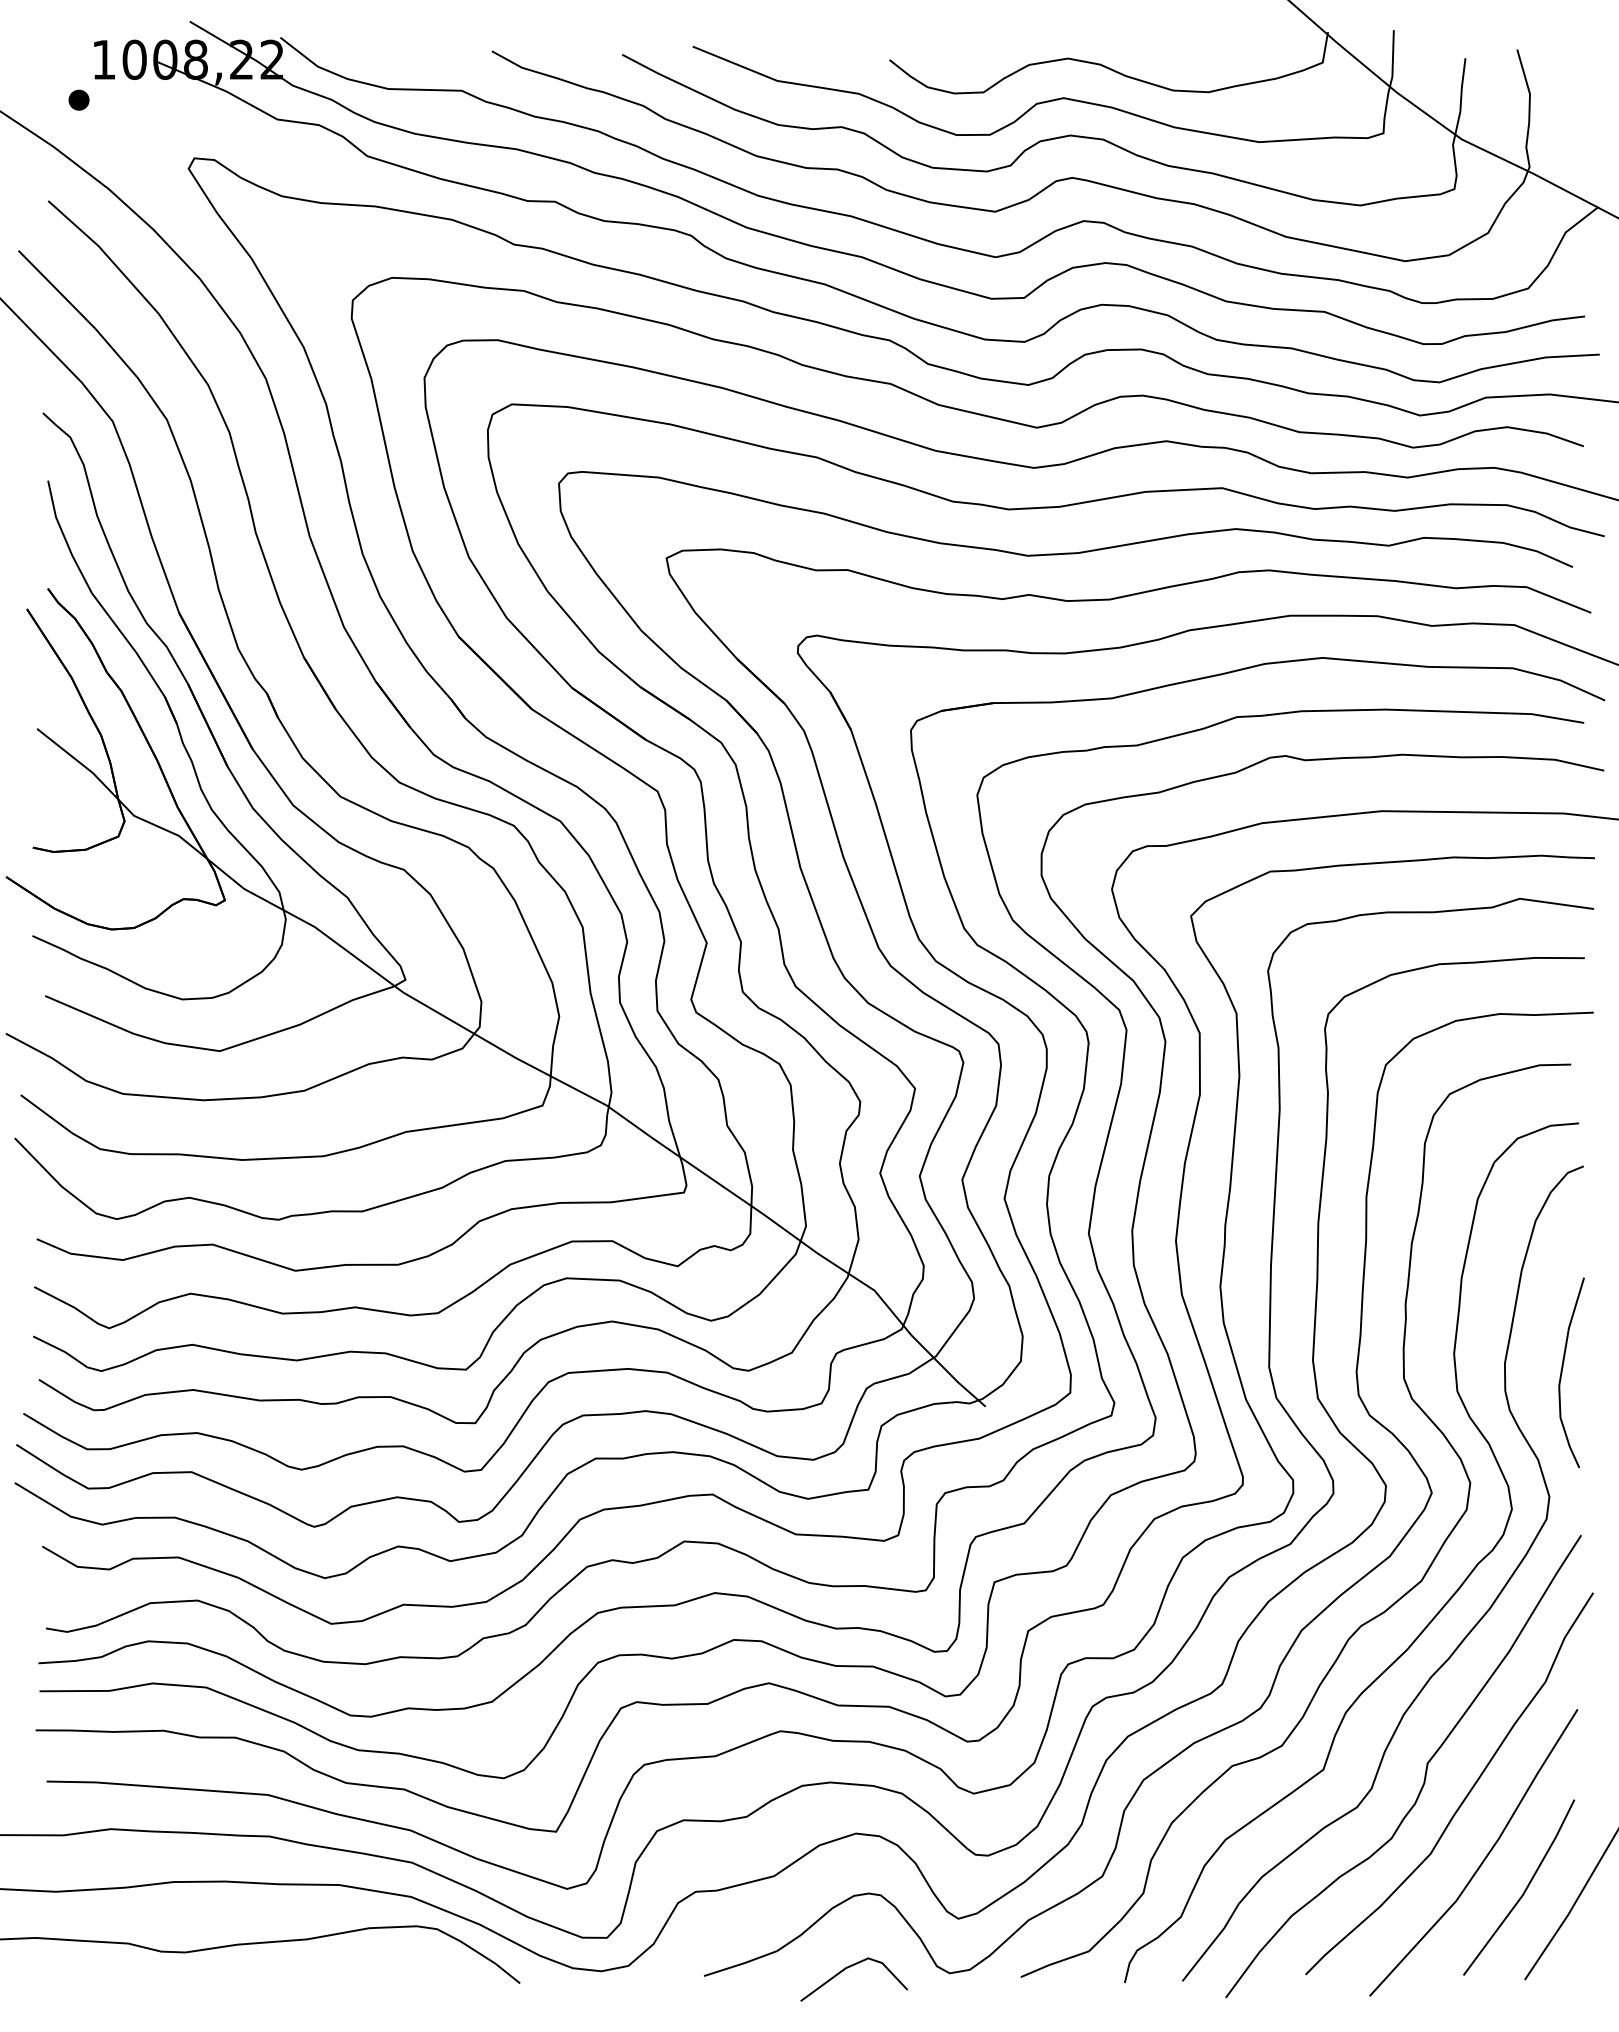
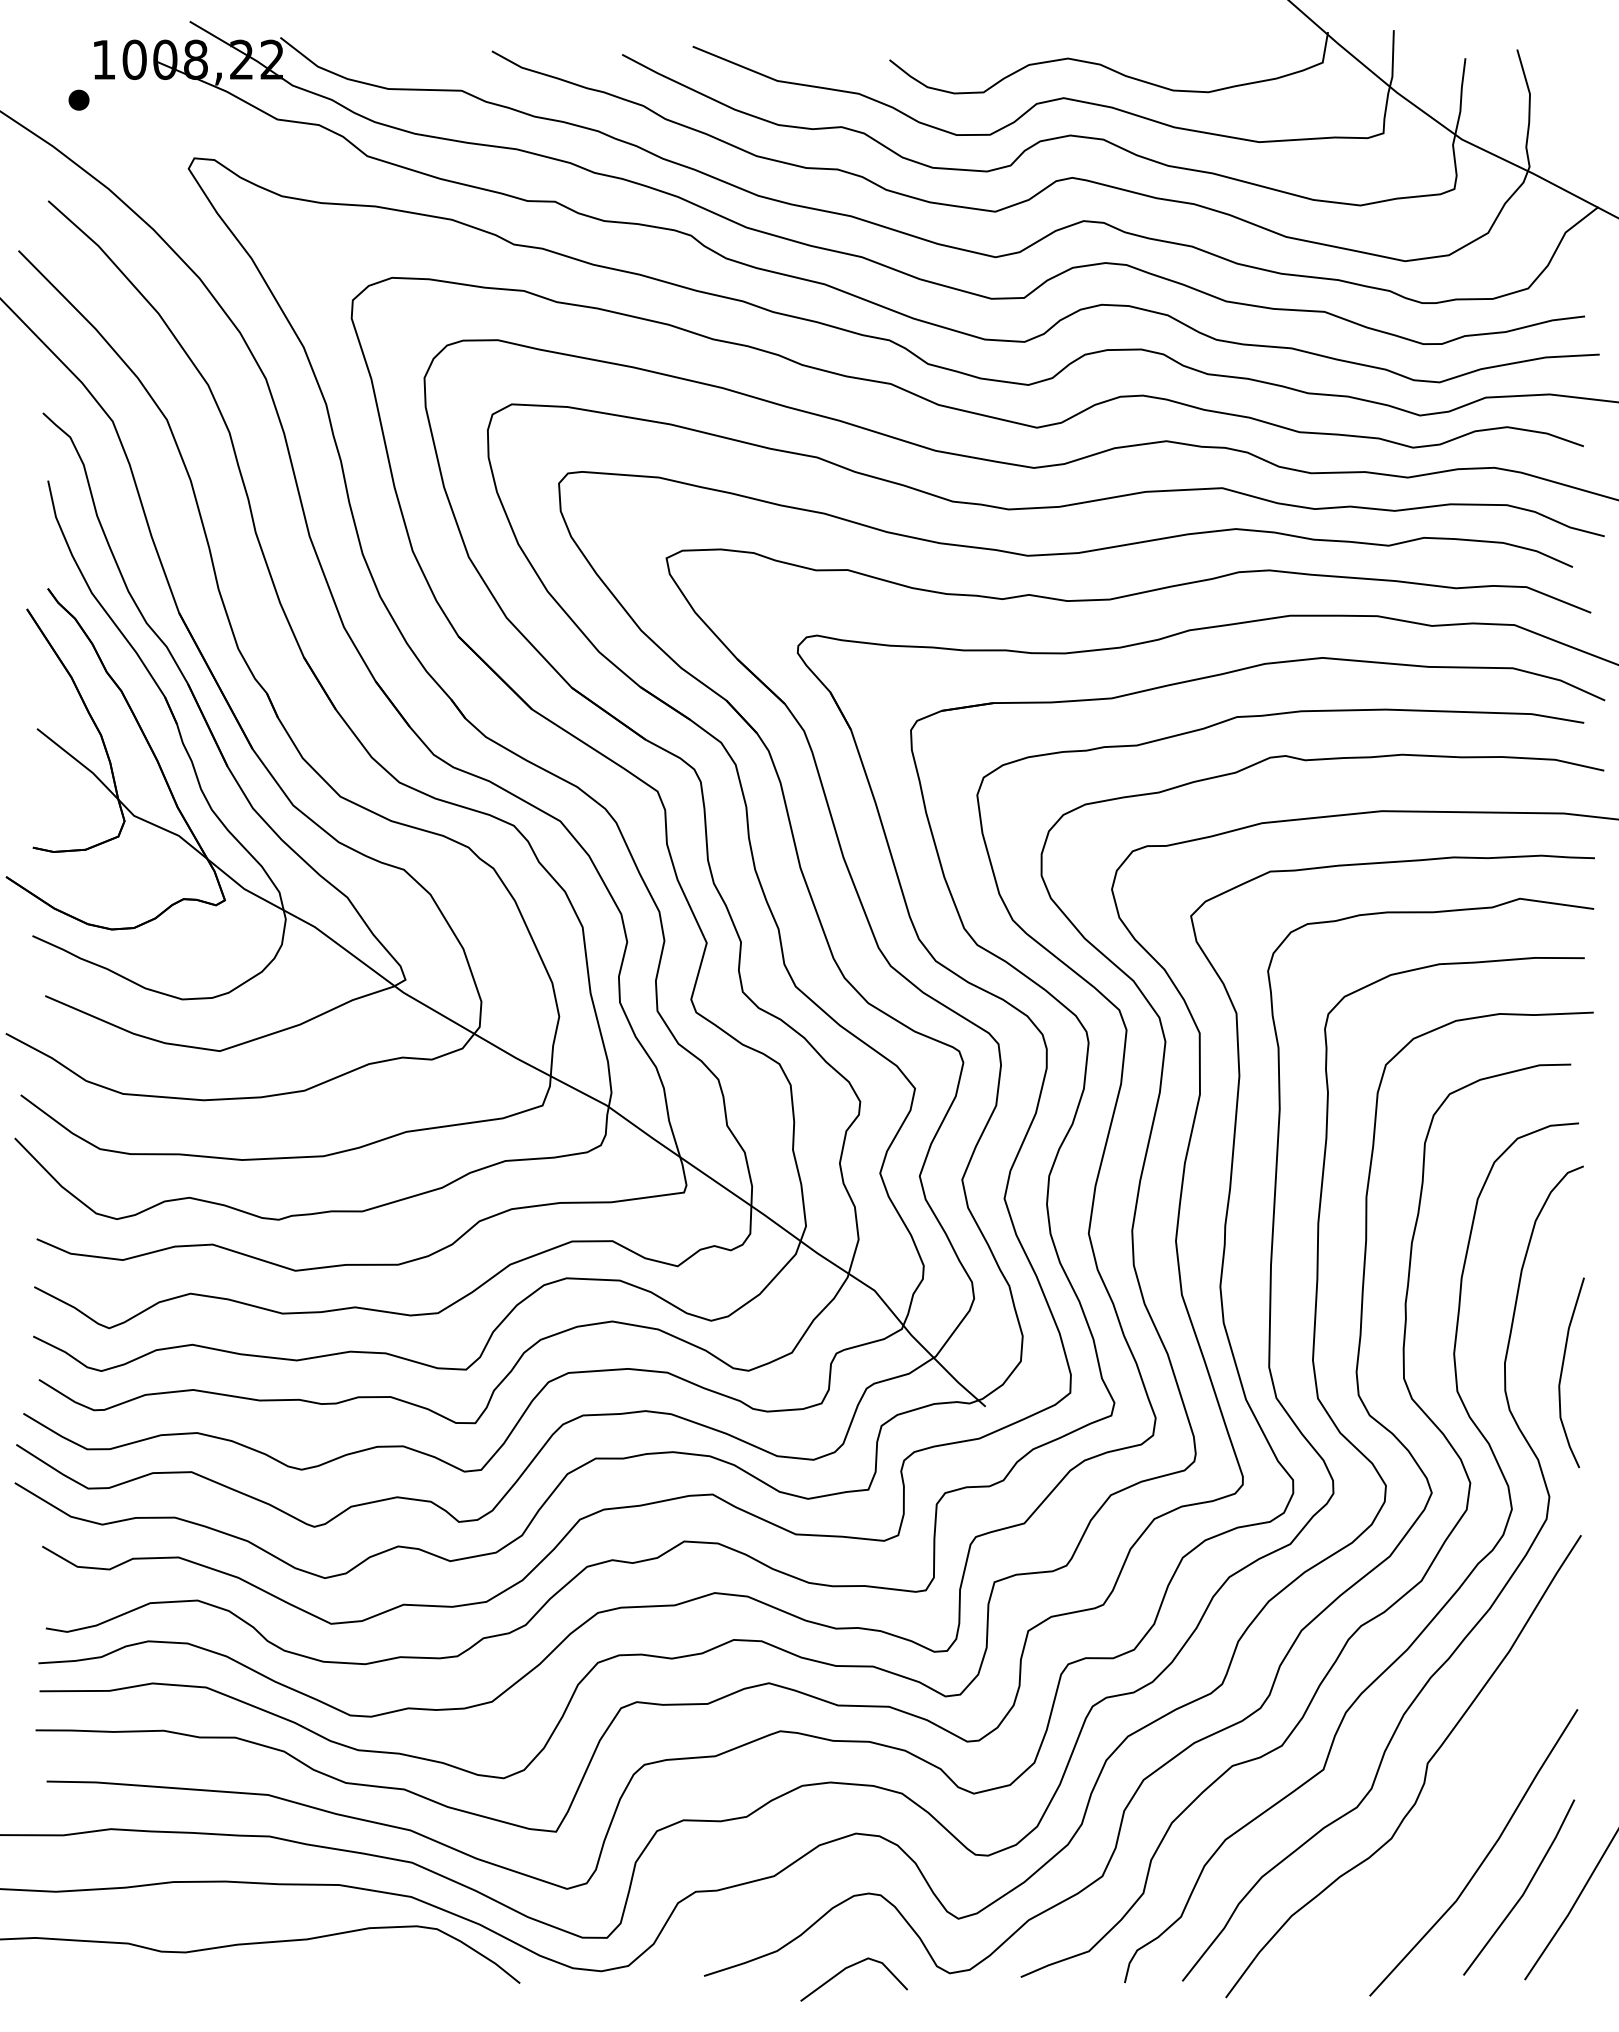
part at (1464, 1797): present -> none
